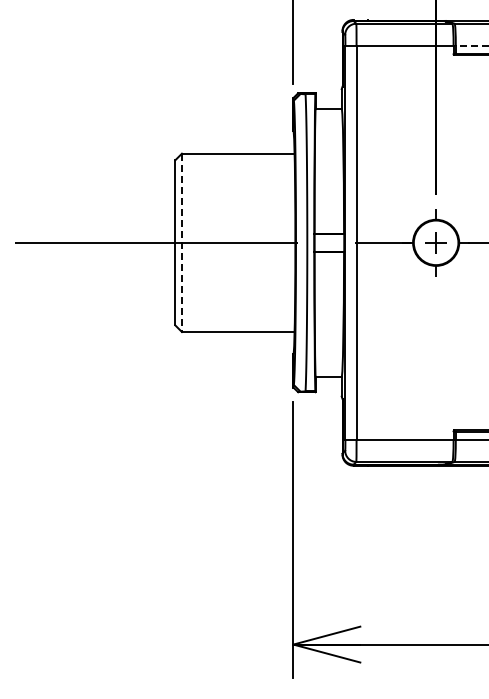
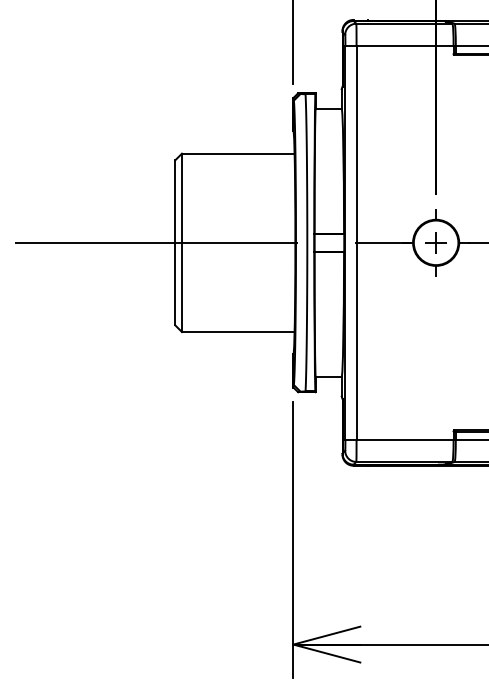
line at (471, 46): dashed -> solid
line at (181, 243): dashed -> solid
